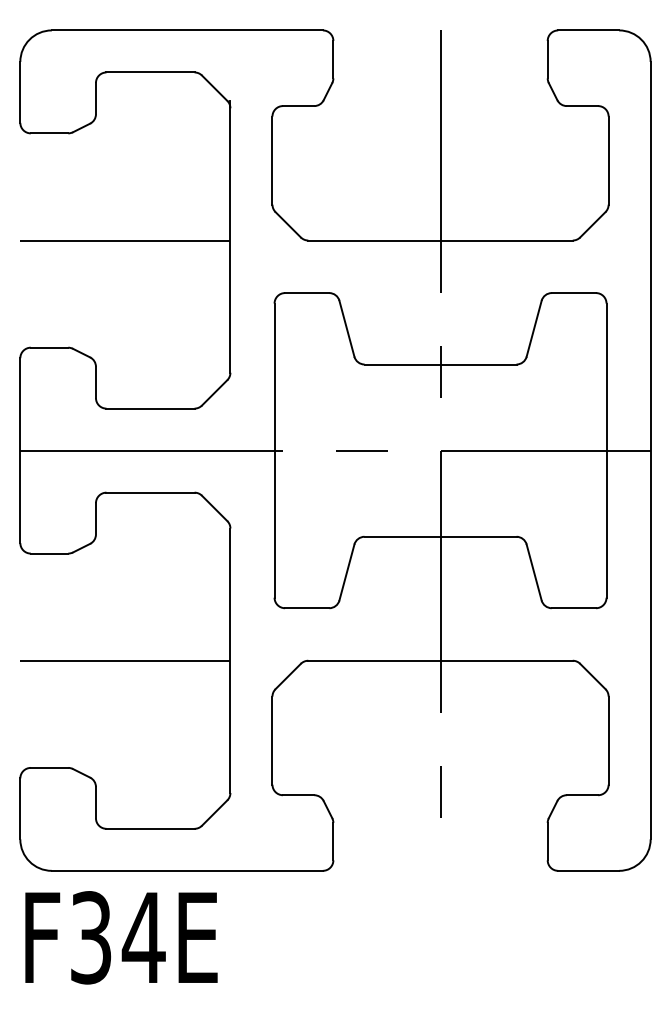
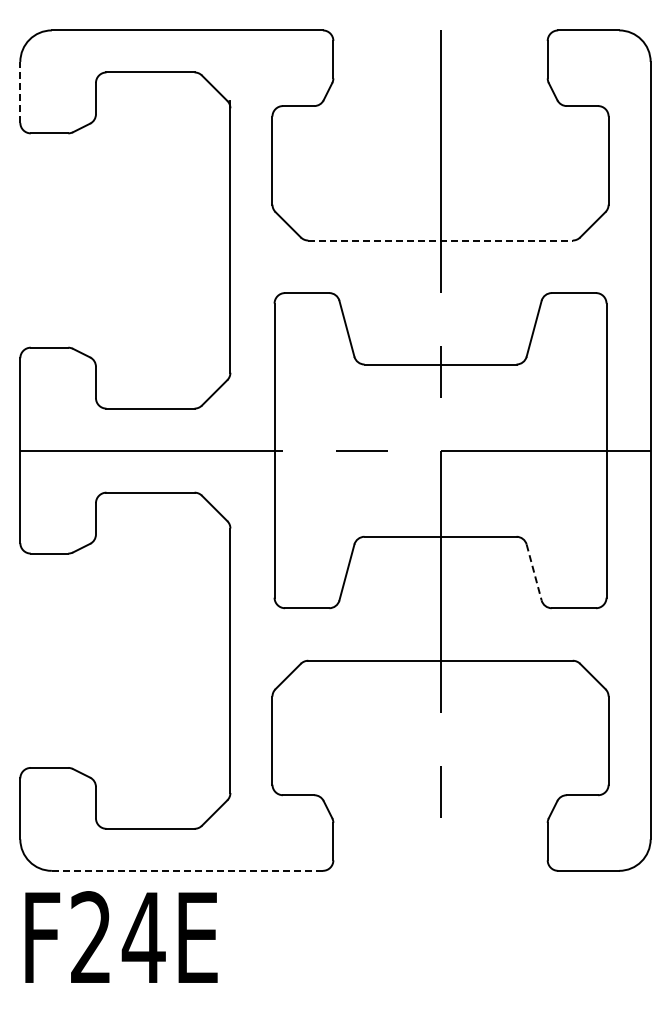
line at (20, 91): solid -> dashed
line at (125, 240): present -> none
line at (441, 240): solid -> dashed
line at (534, 572): solid -> dashed
line at (125, 660): present -> none
line at (187, 870): solid -> dashed
text at (91, 937): F34E -> F24E
